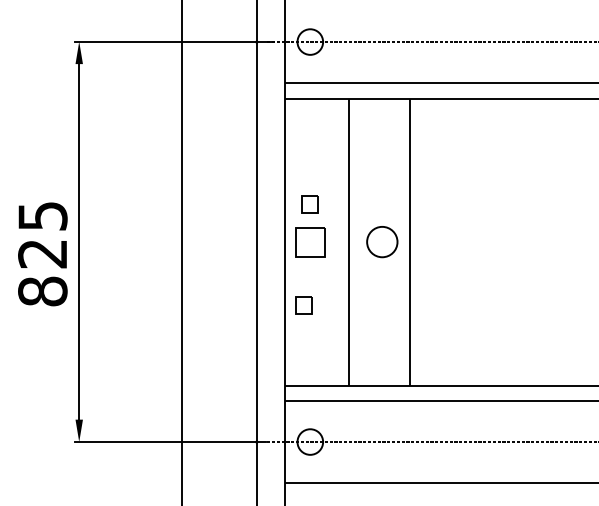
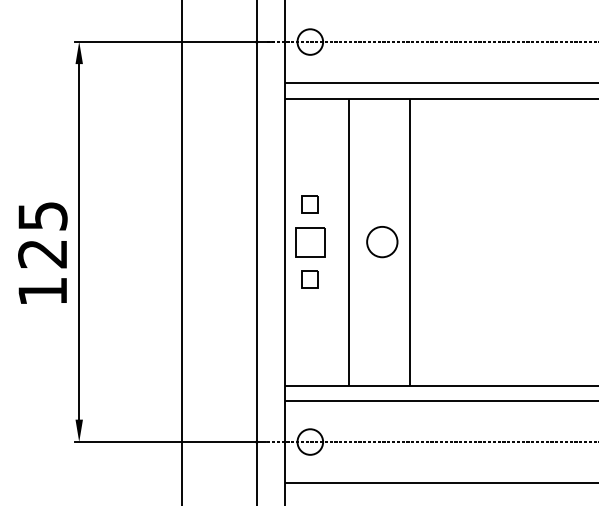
text at (42, 291): 825 -> 125
part at (303, 305) position: (303, 305) -> (309, 279)
